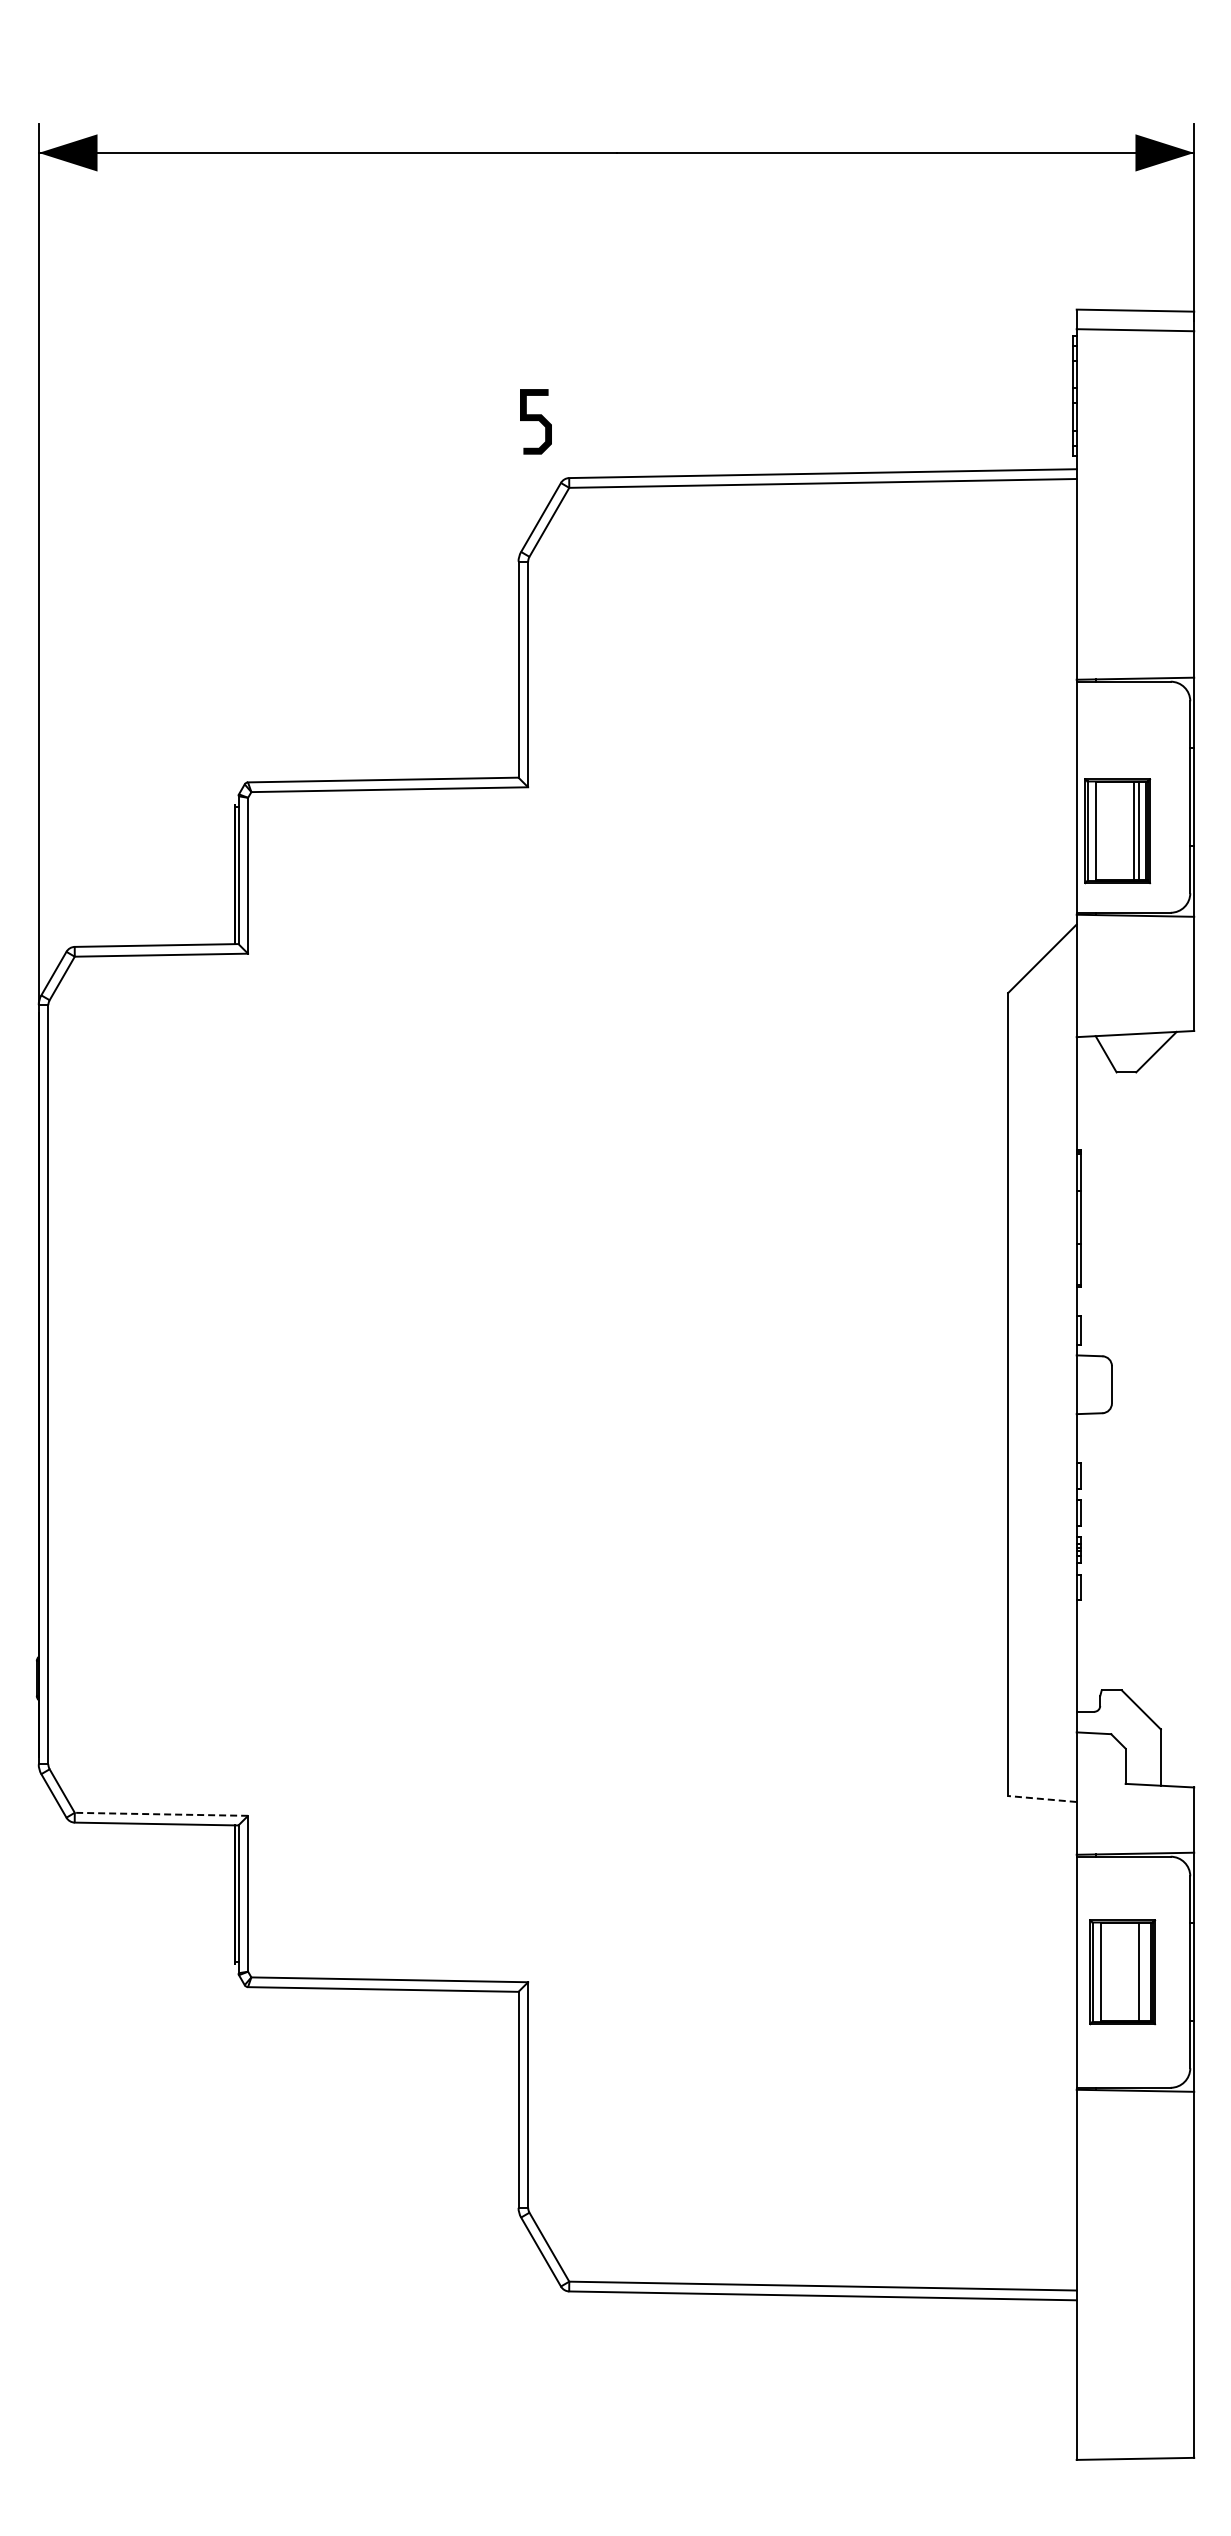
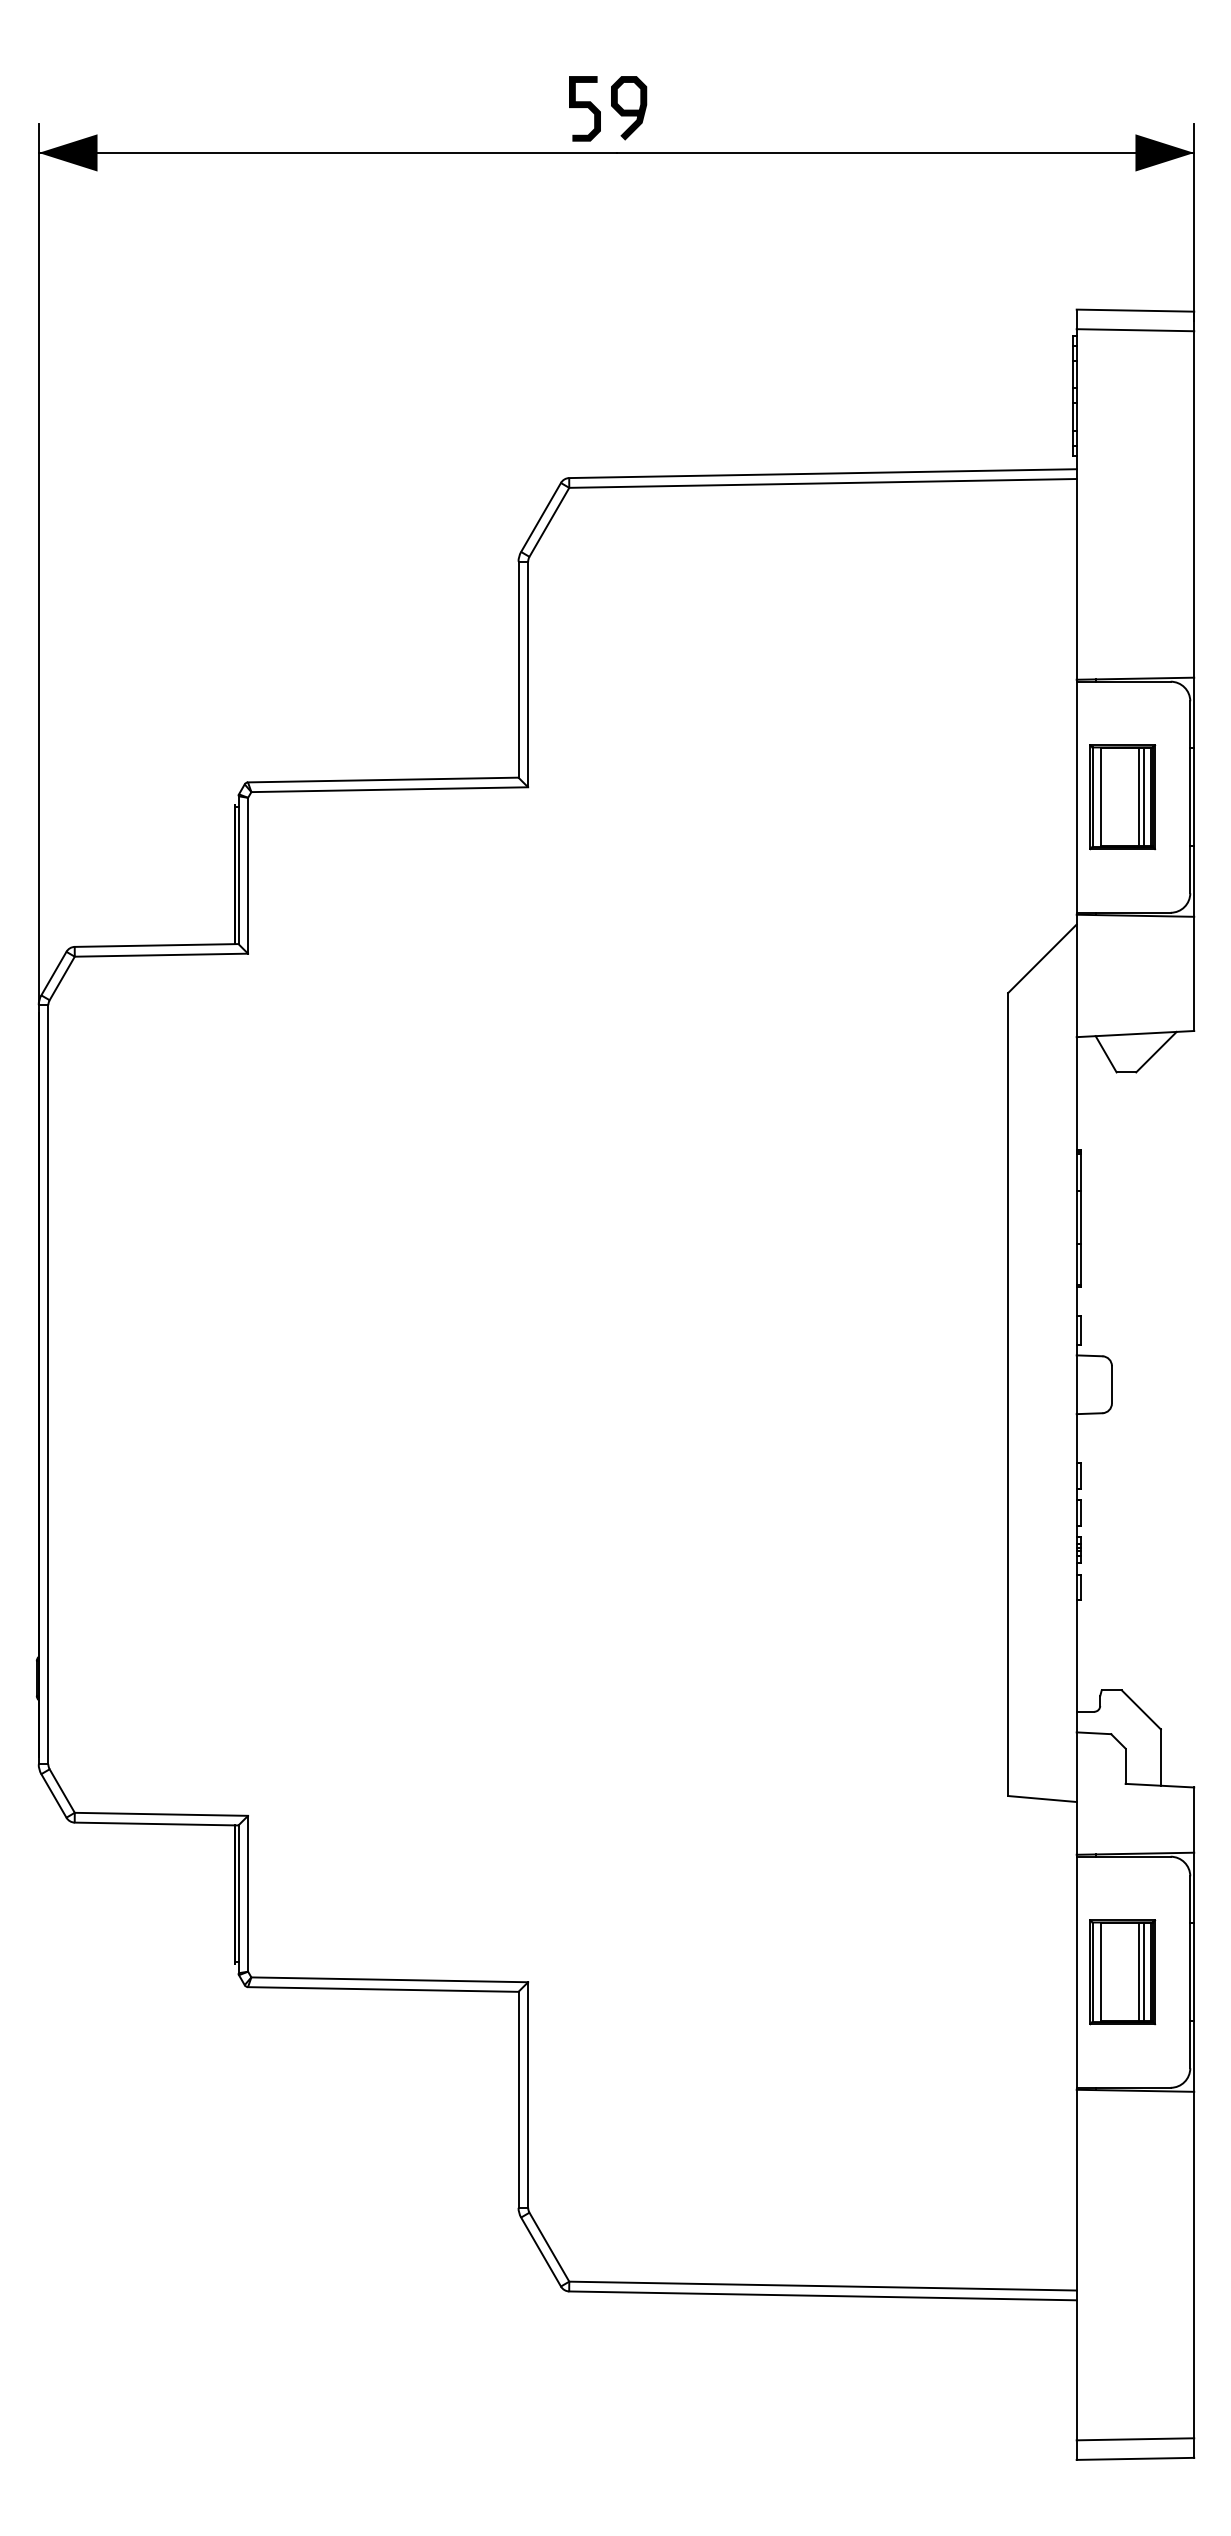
curve at (629, 109): none -> present
curve at (535, 420) position: (535, 420) -> (584, 107)
part at (1117, 831) position: (1117, 831) -> (1122, 797)
line at (1041, 1798): dashed -> solid
line at (161, 1814): dashed -> solid
line at (1144, 1972): none -> present
line at (1135, 2439): none -> present
